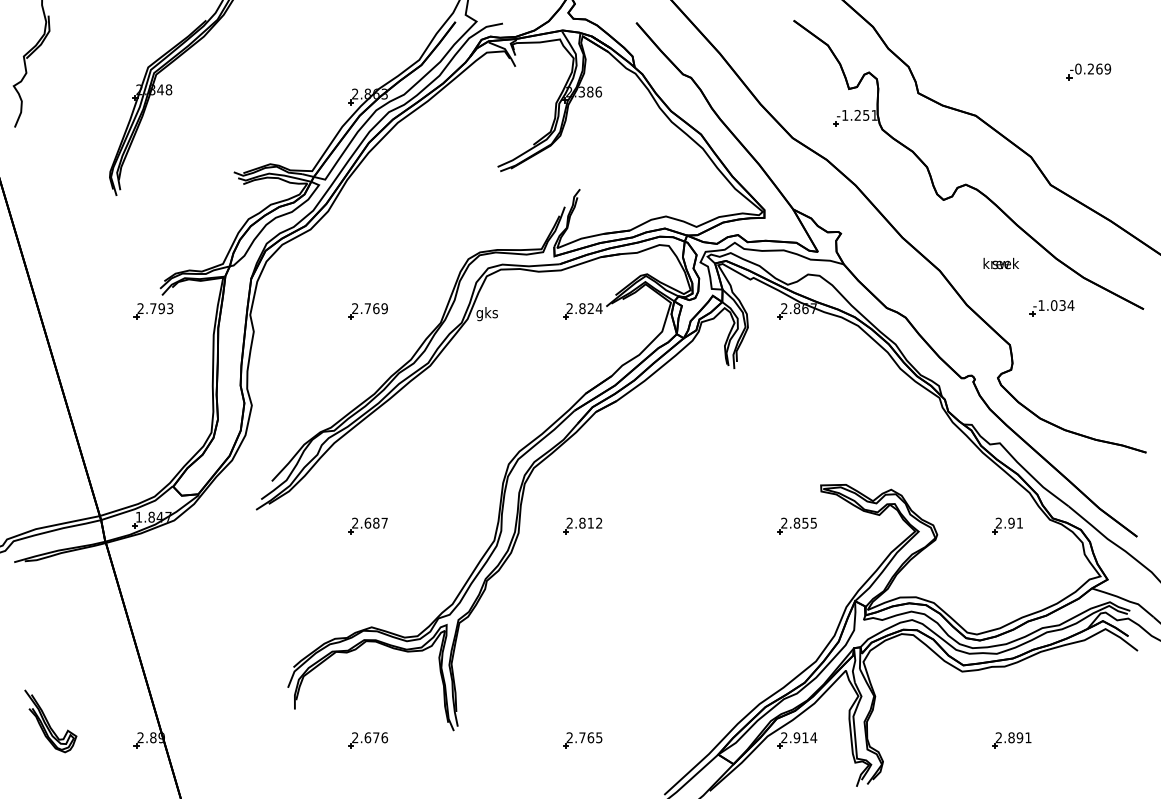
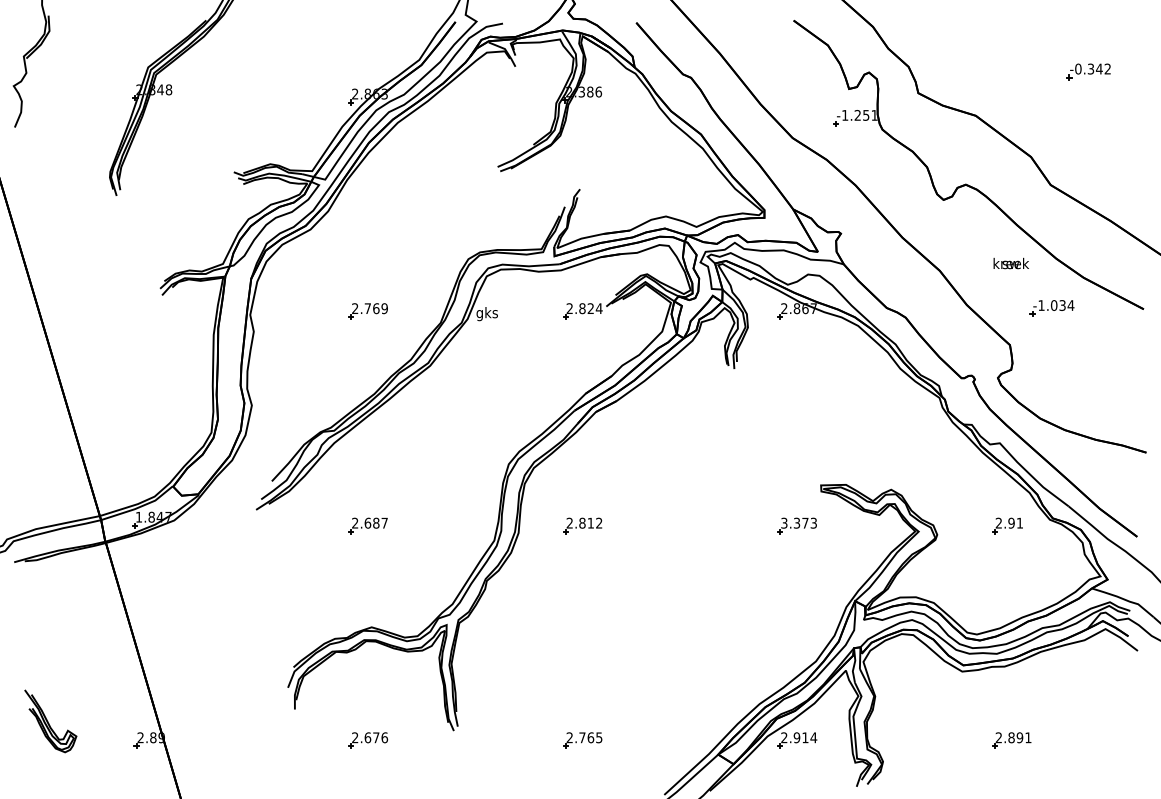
text at (1099, 68): -0.269 -> -0.342
text at (1000, 263) position: (1000, 263) -> (1010, 263)
part at (153, 311): present -> none
text at (798, 522): 2.855 -> 3.373
